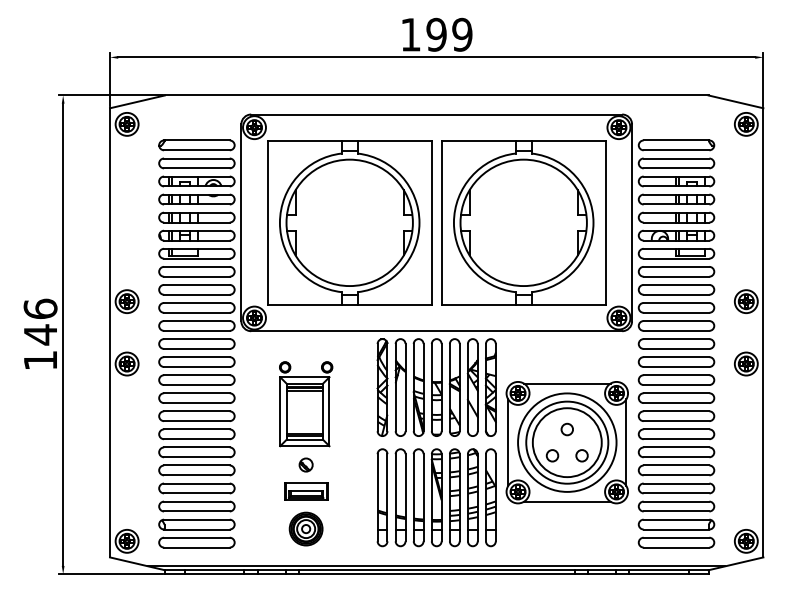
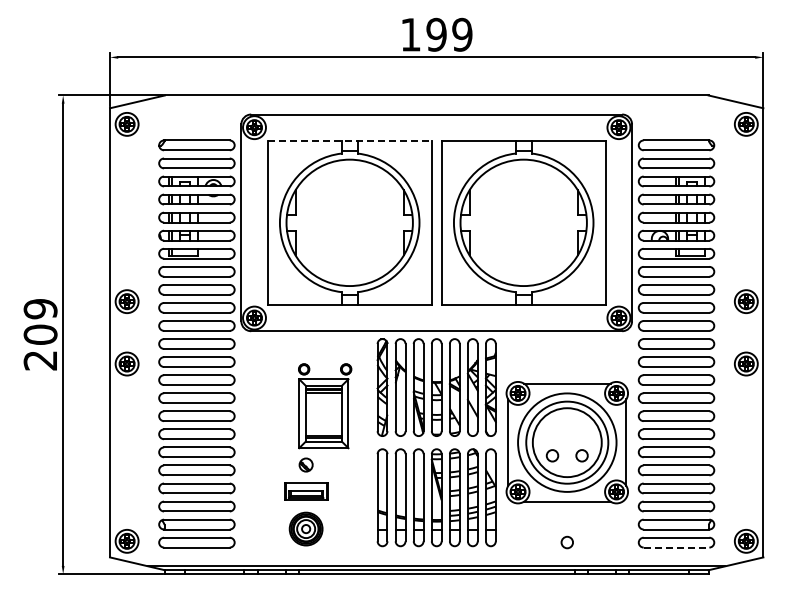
line at (350, 140): solid -> dashed
text at (40, 334): 146 -> 209
part at (306, 404) position: (306, 404) -> (325, 406)
circle at (566, 429) position: (566, 429) -> (566, 542)
line at (676, 547): solid -> dashed
